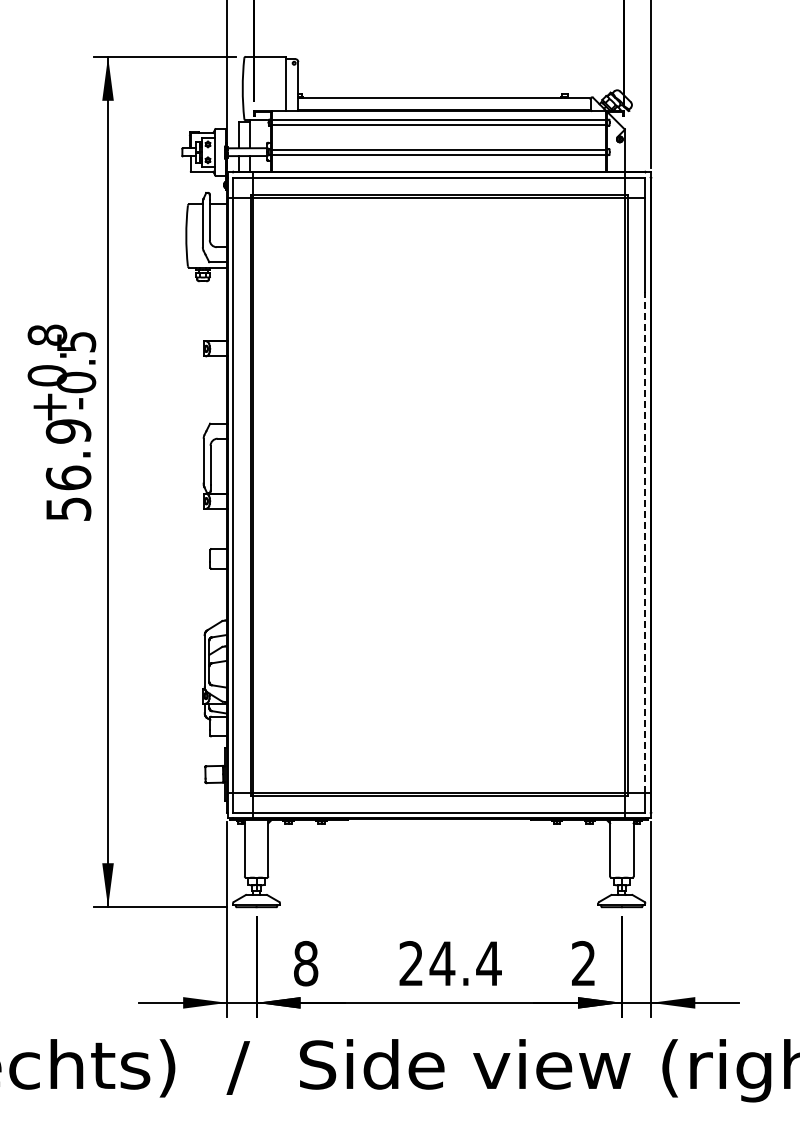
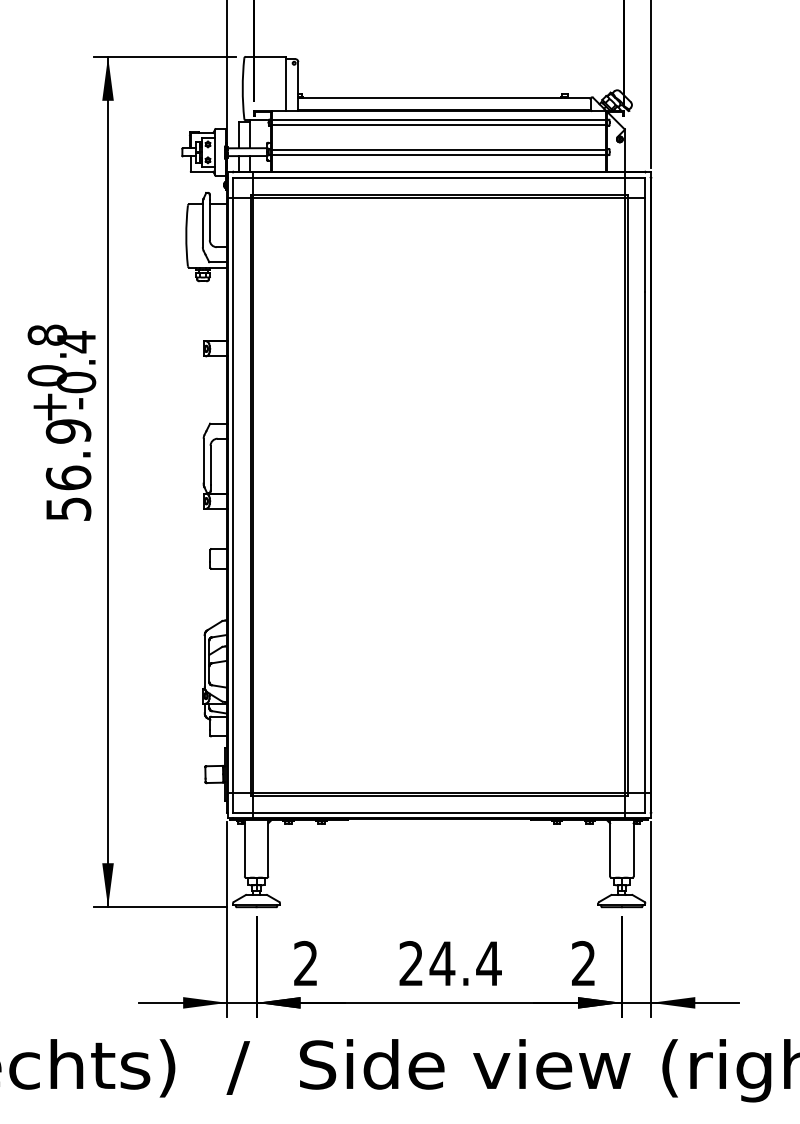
text at (76, 342): -0.5 -> -0.4
line at (645, 542): dashed -> solid
text at (306, 963): 8 -> 2
